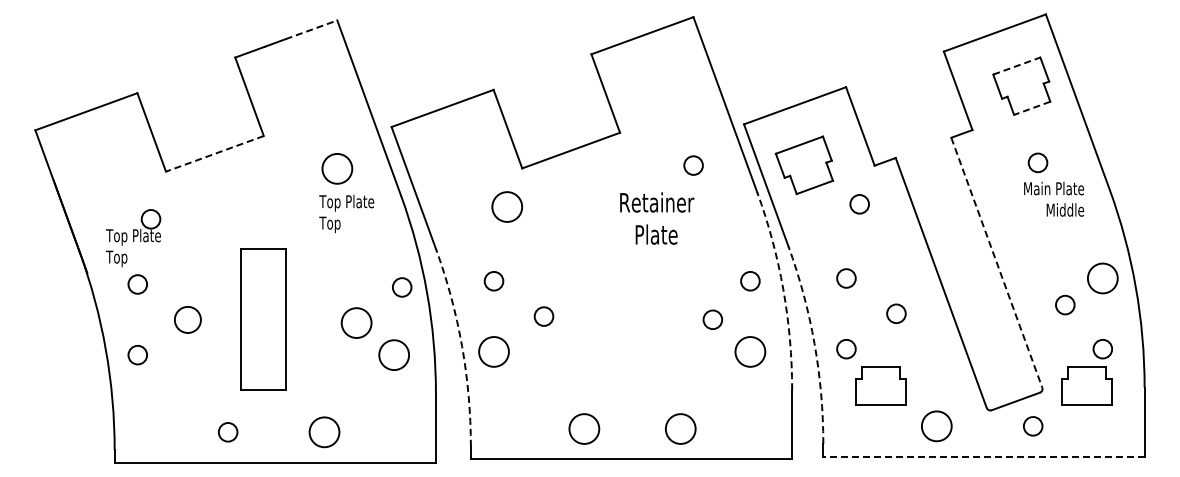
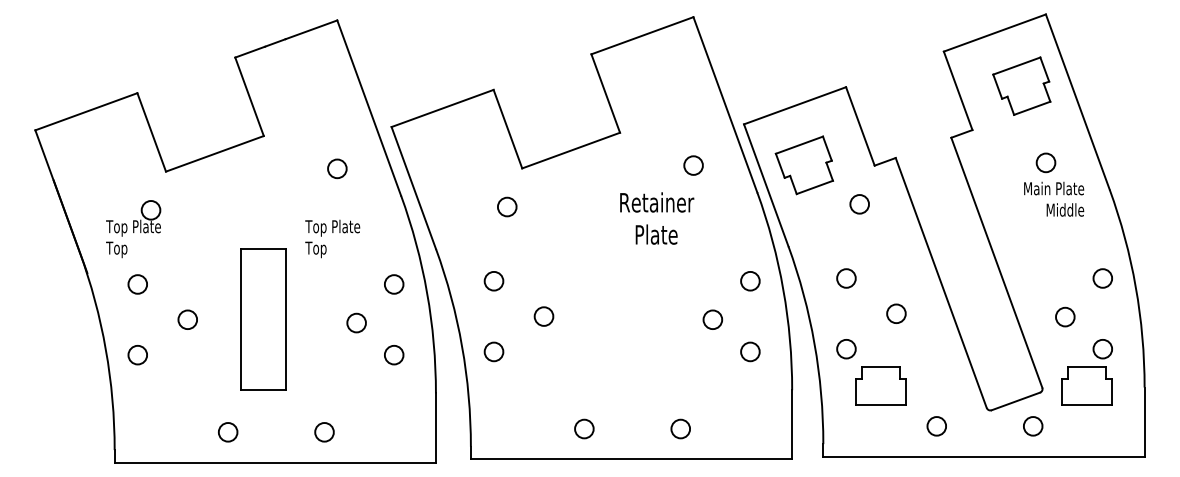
line at (311, 29): dashed -> solid
line at (1017, 65): dashed -> solid
line at (1031, 108): dashed -> solid
line at (214, 154): dashed -> solid
circle at (1037, 162) position: (1037, 162) -> (1045, 162)
circle at (337, 168) diameter: 30 px -> 19 px
circle at (507, 206) diameter: 30 px -> 19 px
text at (346, 213) position: (346, 213) -> (332, 238)
part at (133, 238) position: (133, 238) -> (133, 229)
line at (996, 262): dashed -> solid
circle at (1102, 278) diameter: 30 px -> 19 px
circle at (402, 287) position: (402, 287) -> (394, 284)
arc at (783, 289): dashed -> solid
circle at (1065, 304) position: (1065, 304) -> (1065, 316)
circle at (187, 319) size: 28x28 px -> 21x21 px
circle at (356, 322) diameter: 30 px -> 19 px
arc at (814, 343): dashed -> solid
arc at (462, 346): dashed -> solid
circle at (493, 351) diameter: 30 px -> 19 px
circle at (750, 351) diameter: 30 px -> 19 px
circle at (394, 355) diameter: 30 px -> 19 px
circle at (936, 426) diameter: 30 px -> 19 px
circle at (584, 428) diameter: 30 px -> 19 px
circle at (680, 428) diameter: 30 px -> 19 px
circle at (324, 432) diameter: 30 px -> 19 px
line at (983, 456): dashed -> solid
